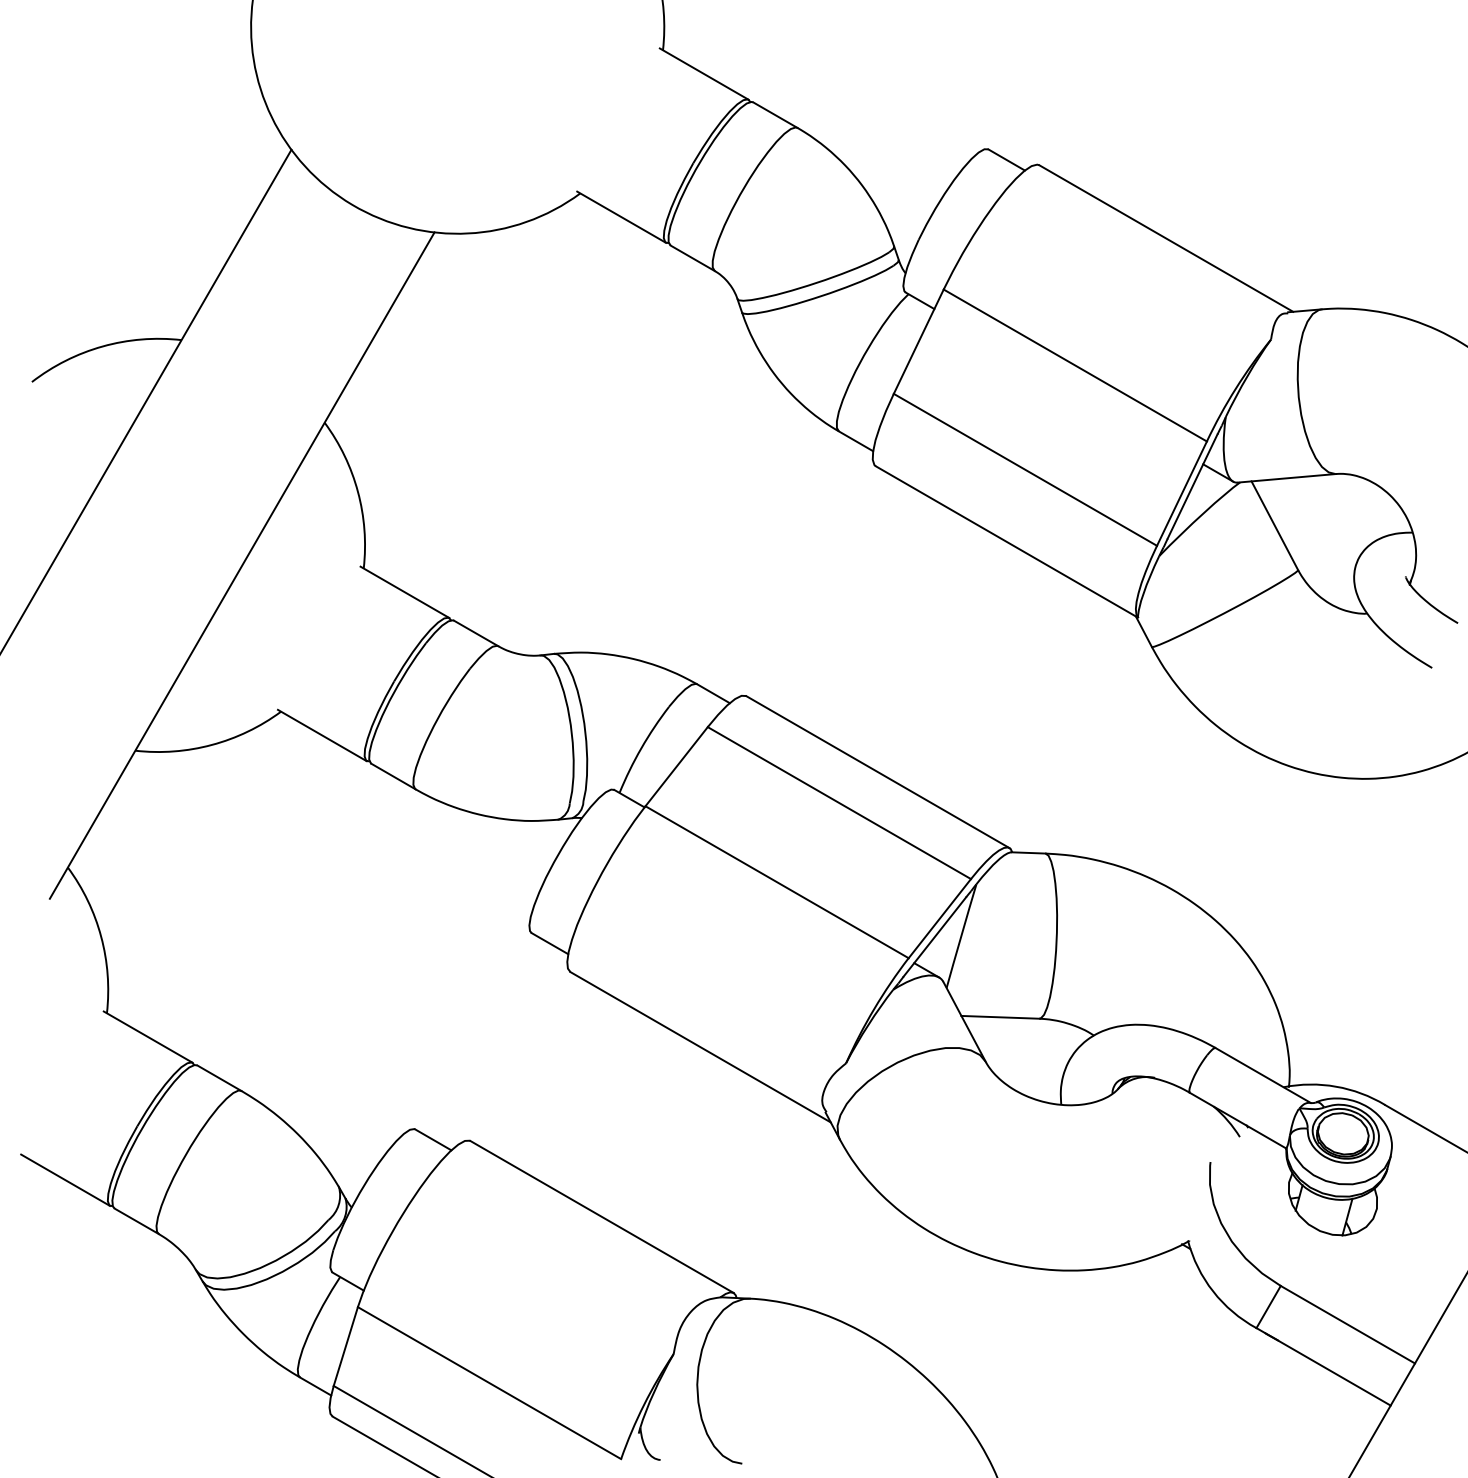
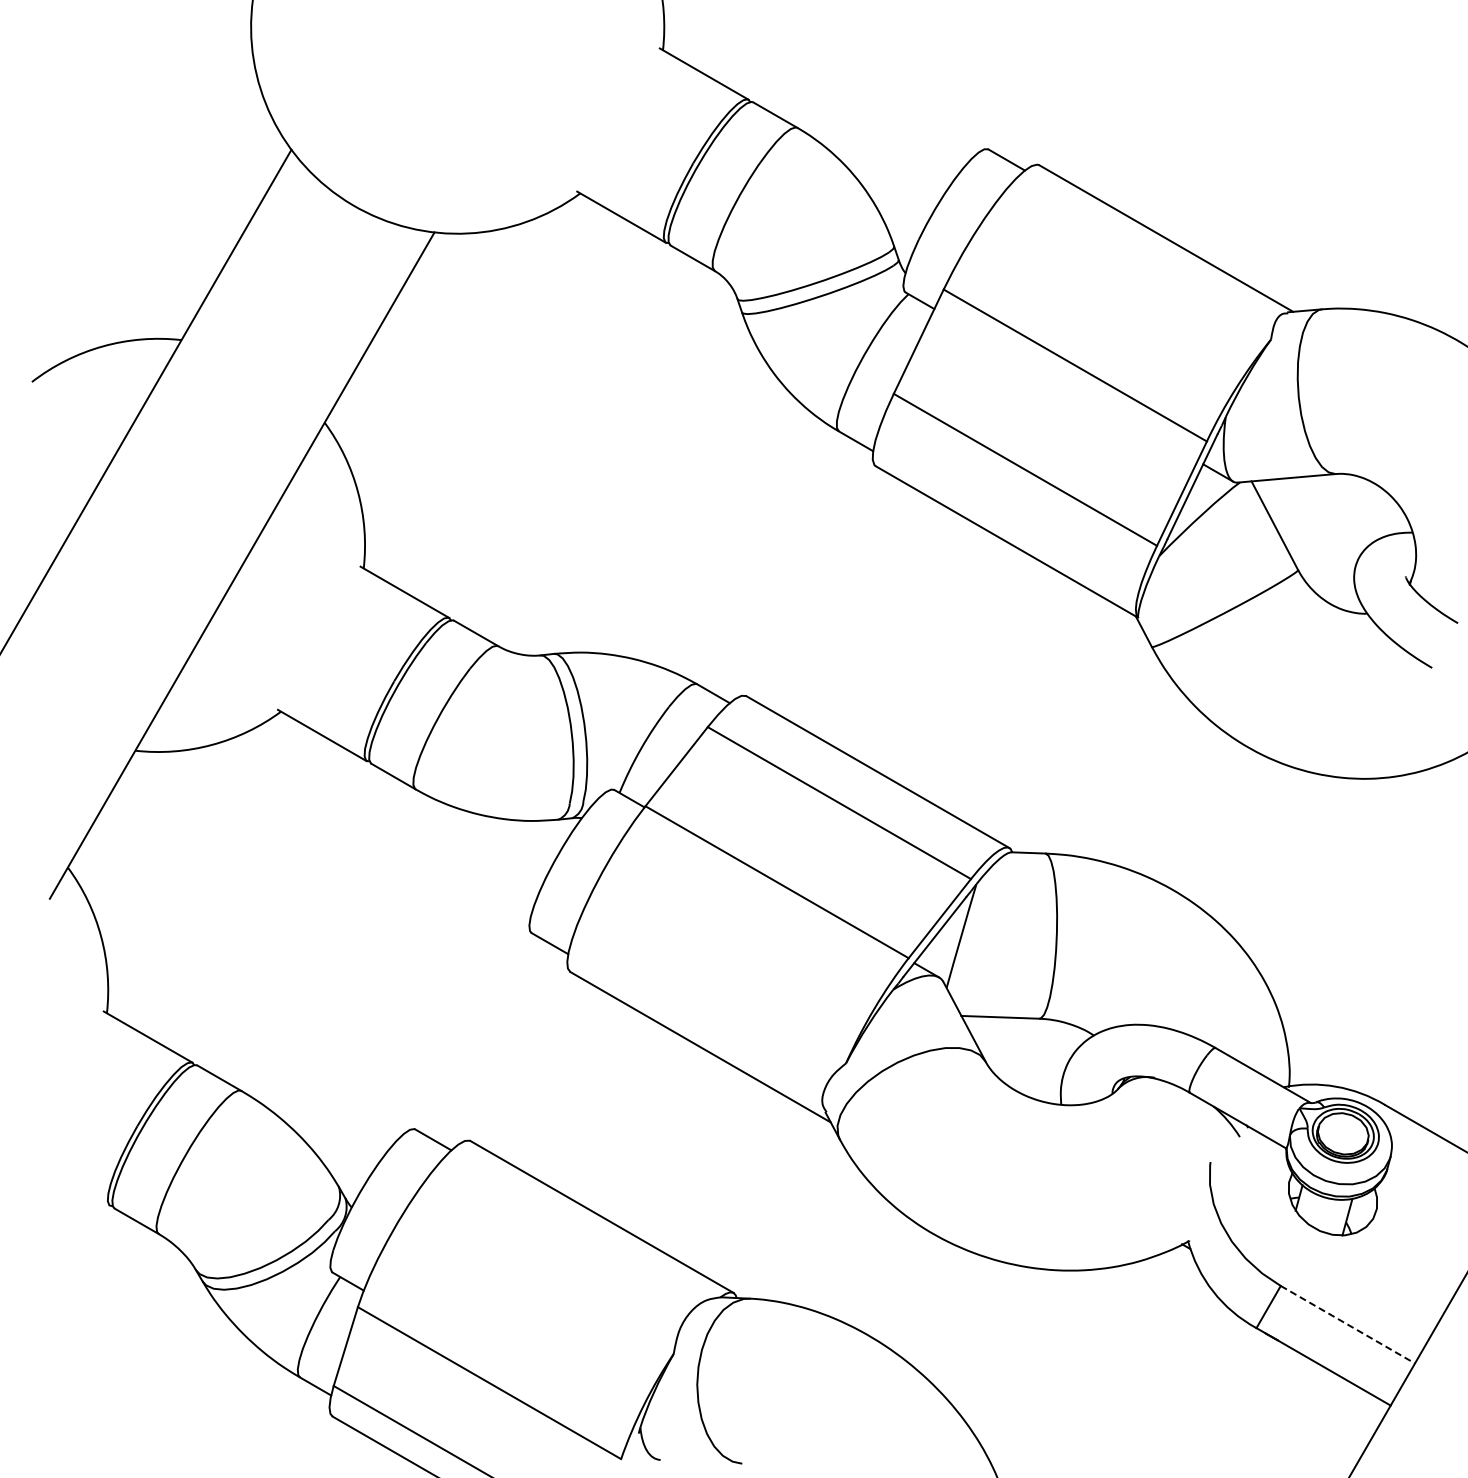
line at (65, 1179): present -> none
line at (1348, 1324): solid -> dashed
